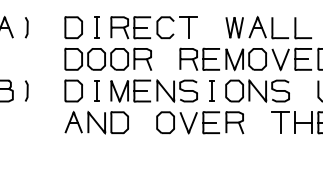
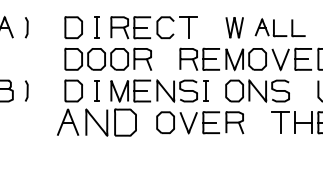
part at (279, 27) size: 64x24 px -> 52x20 px
part at (211, 90) position: (211, 90) -> (205, 90)
part at (96, 122) size: 65x24 px -> 80x29 px
